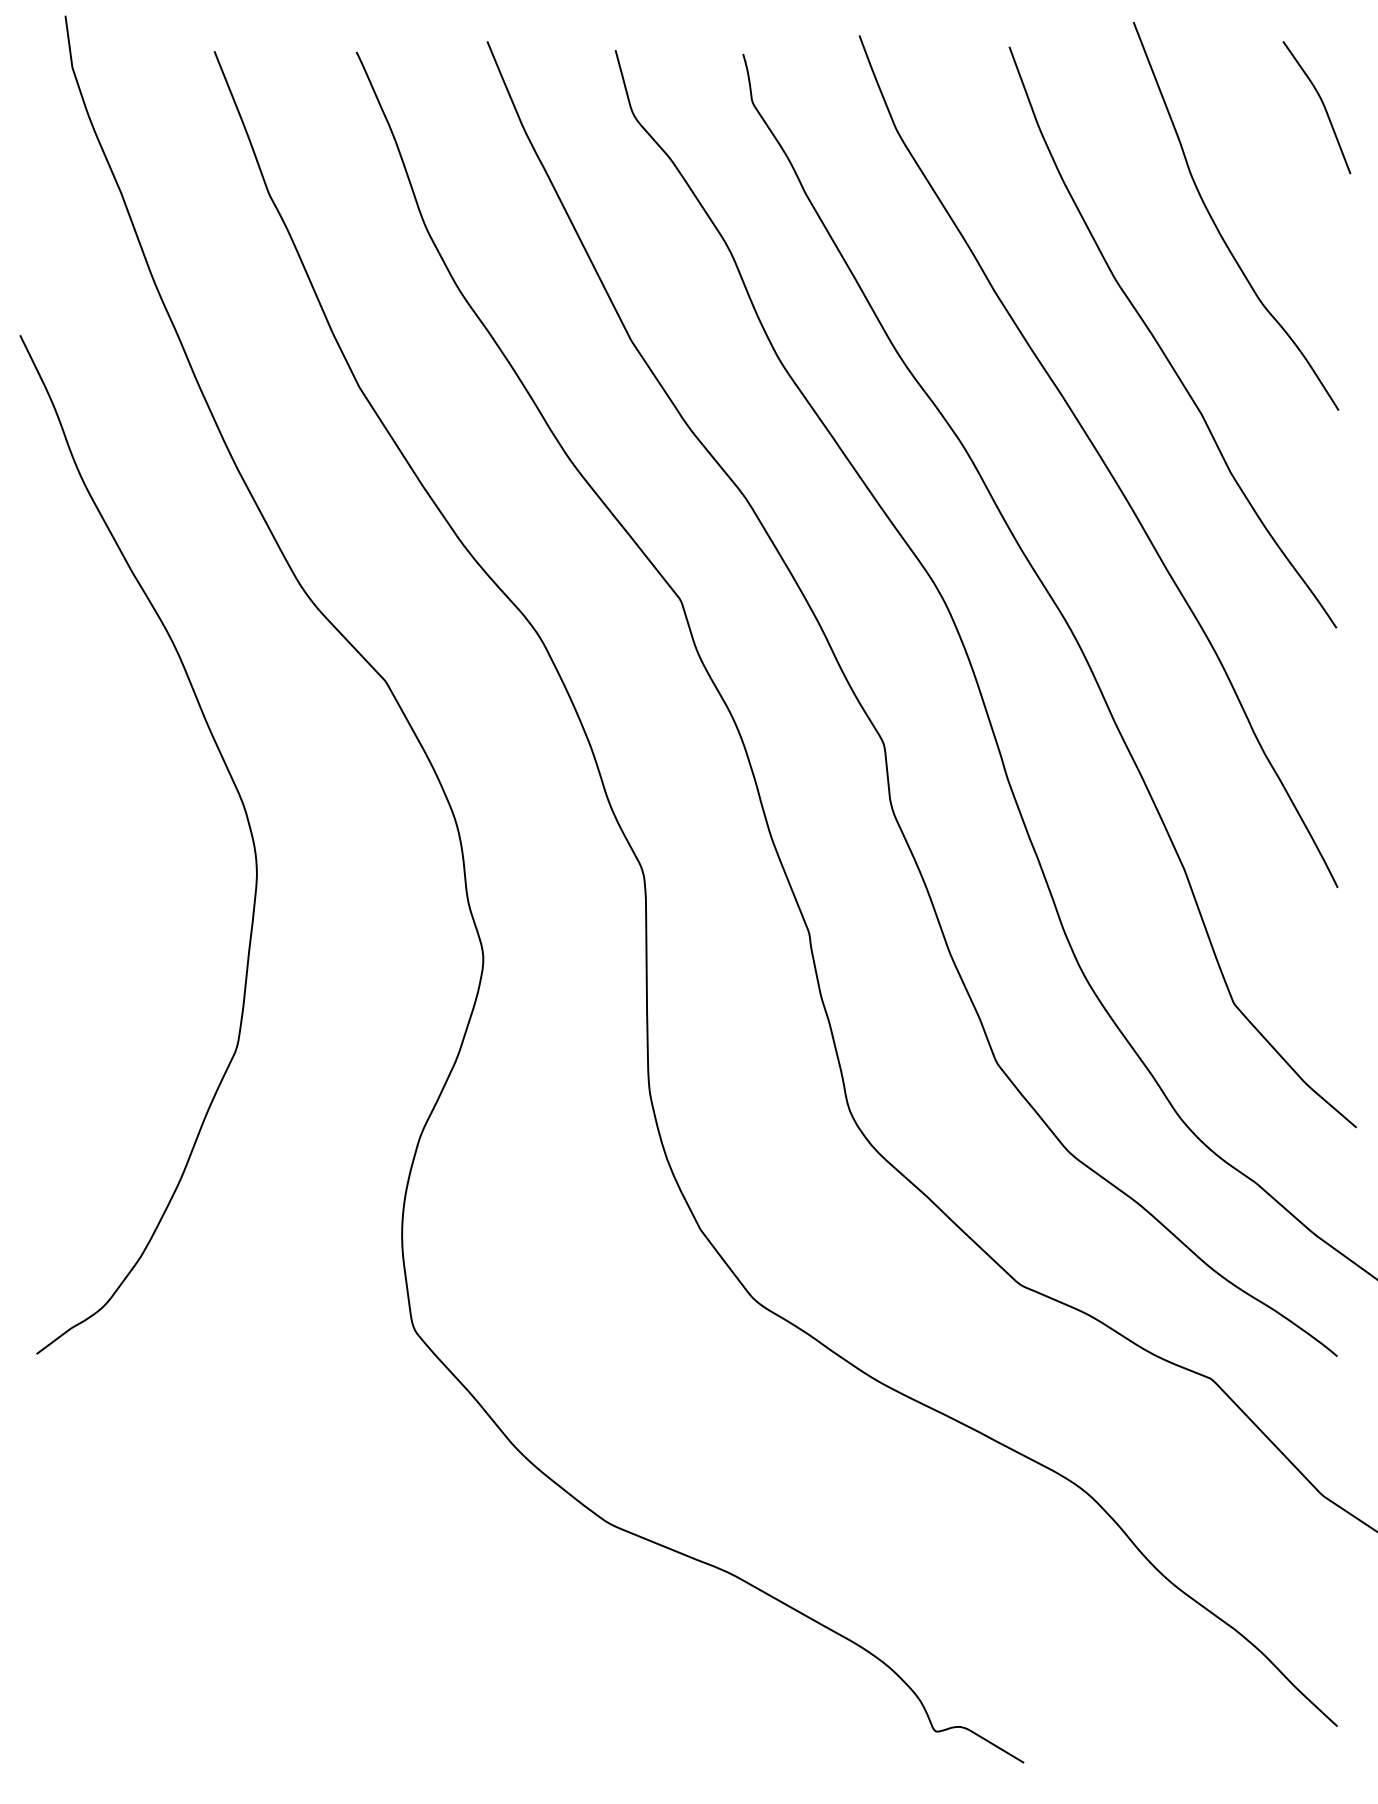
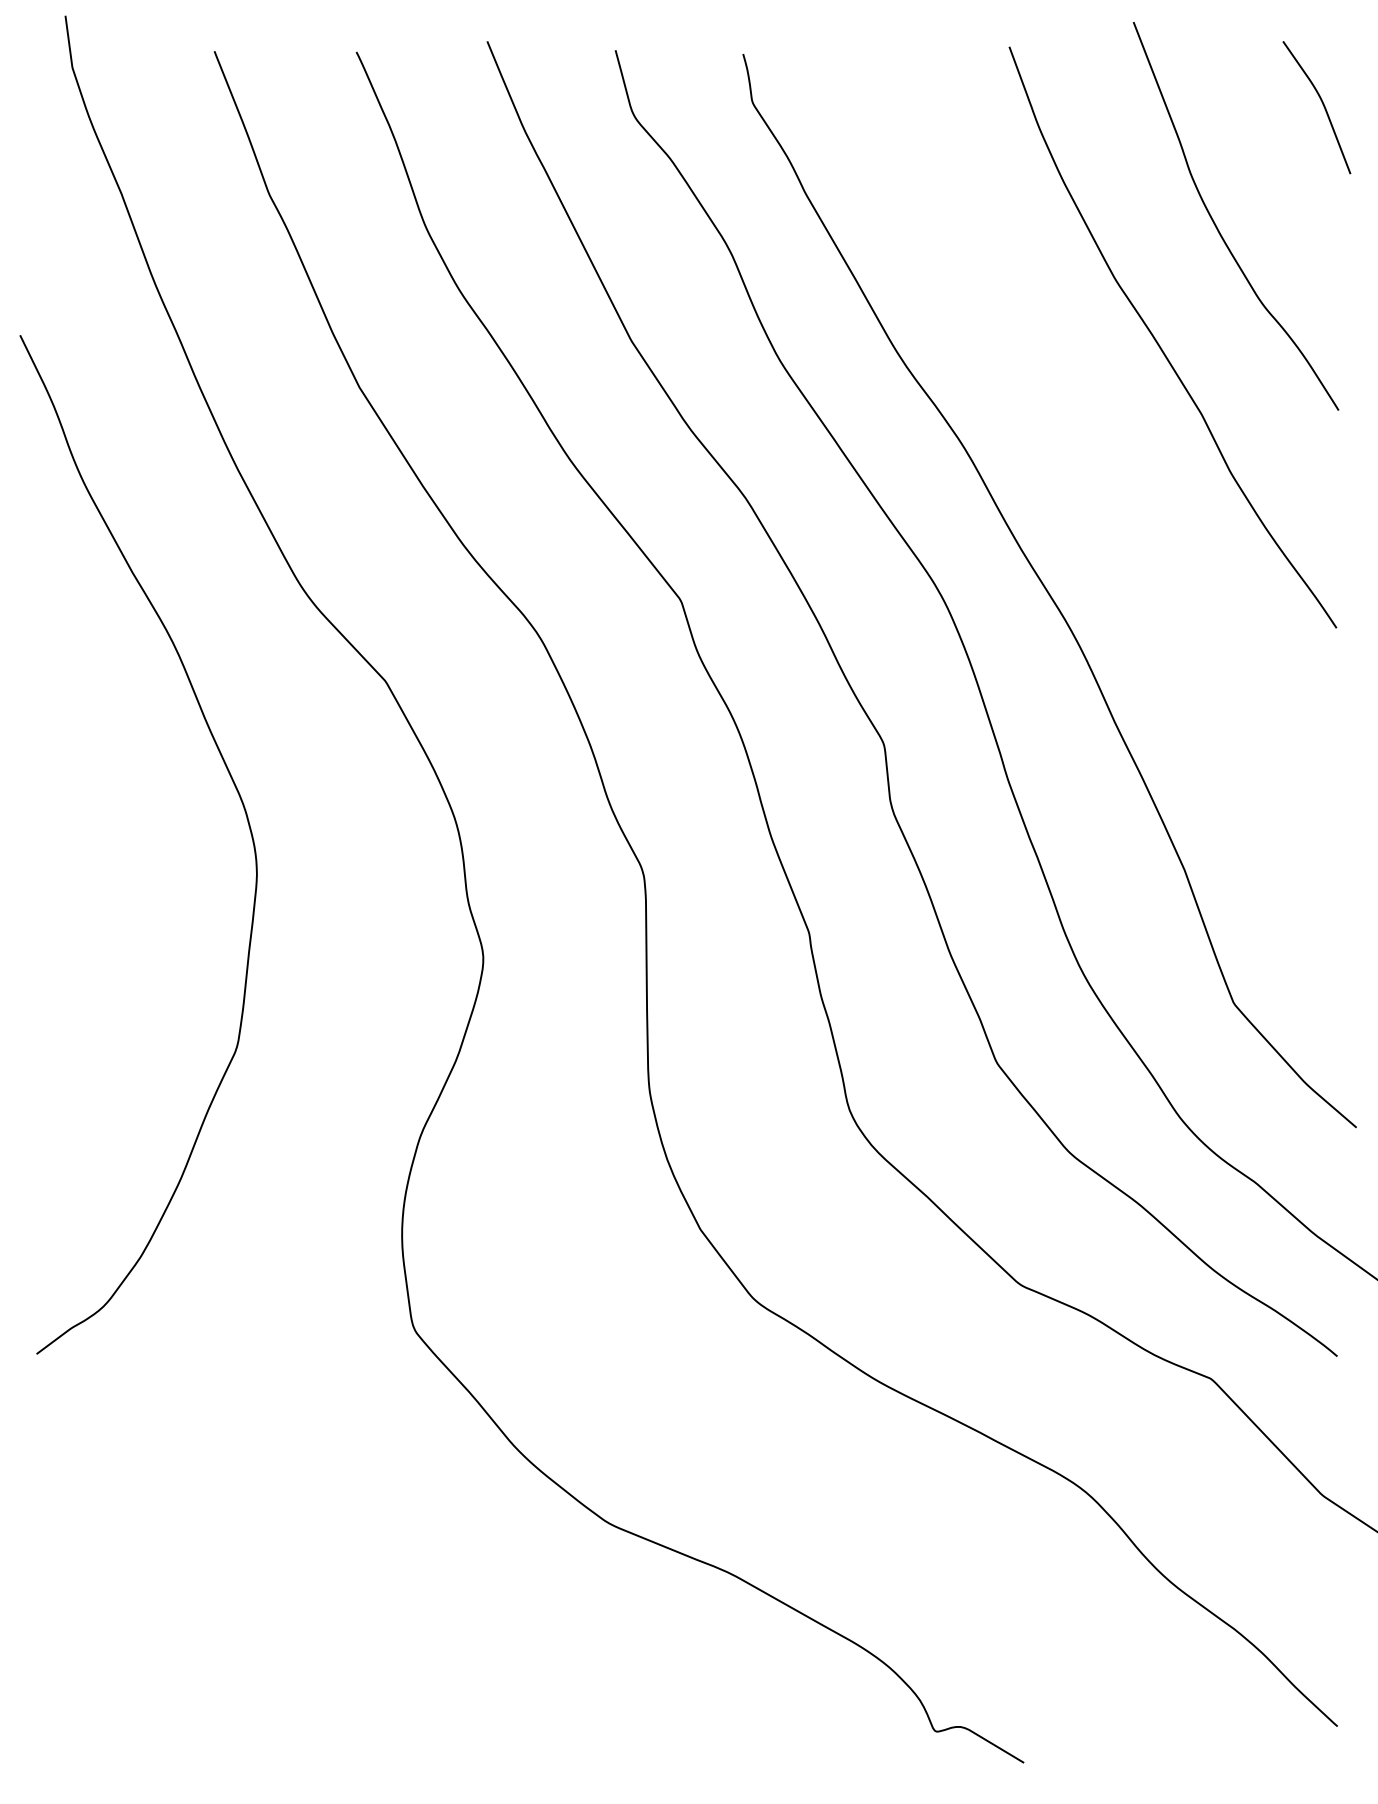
curve at (1101, 460): present -> none
